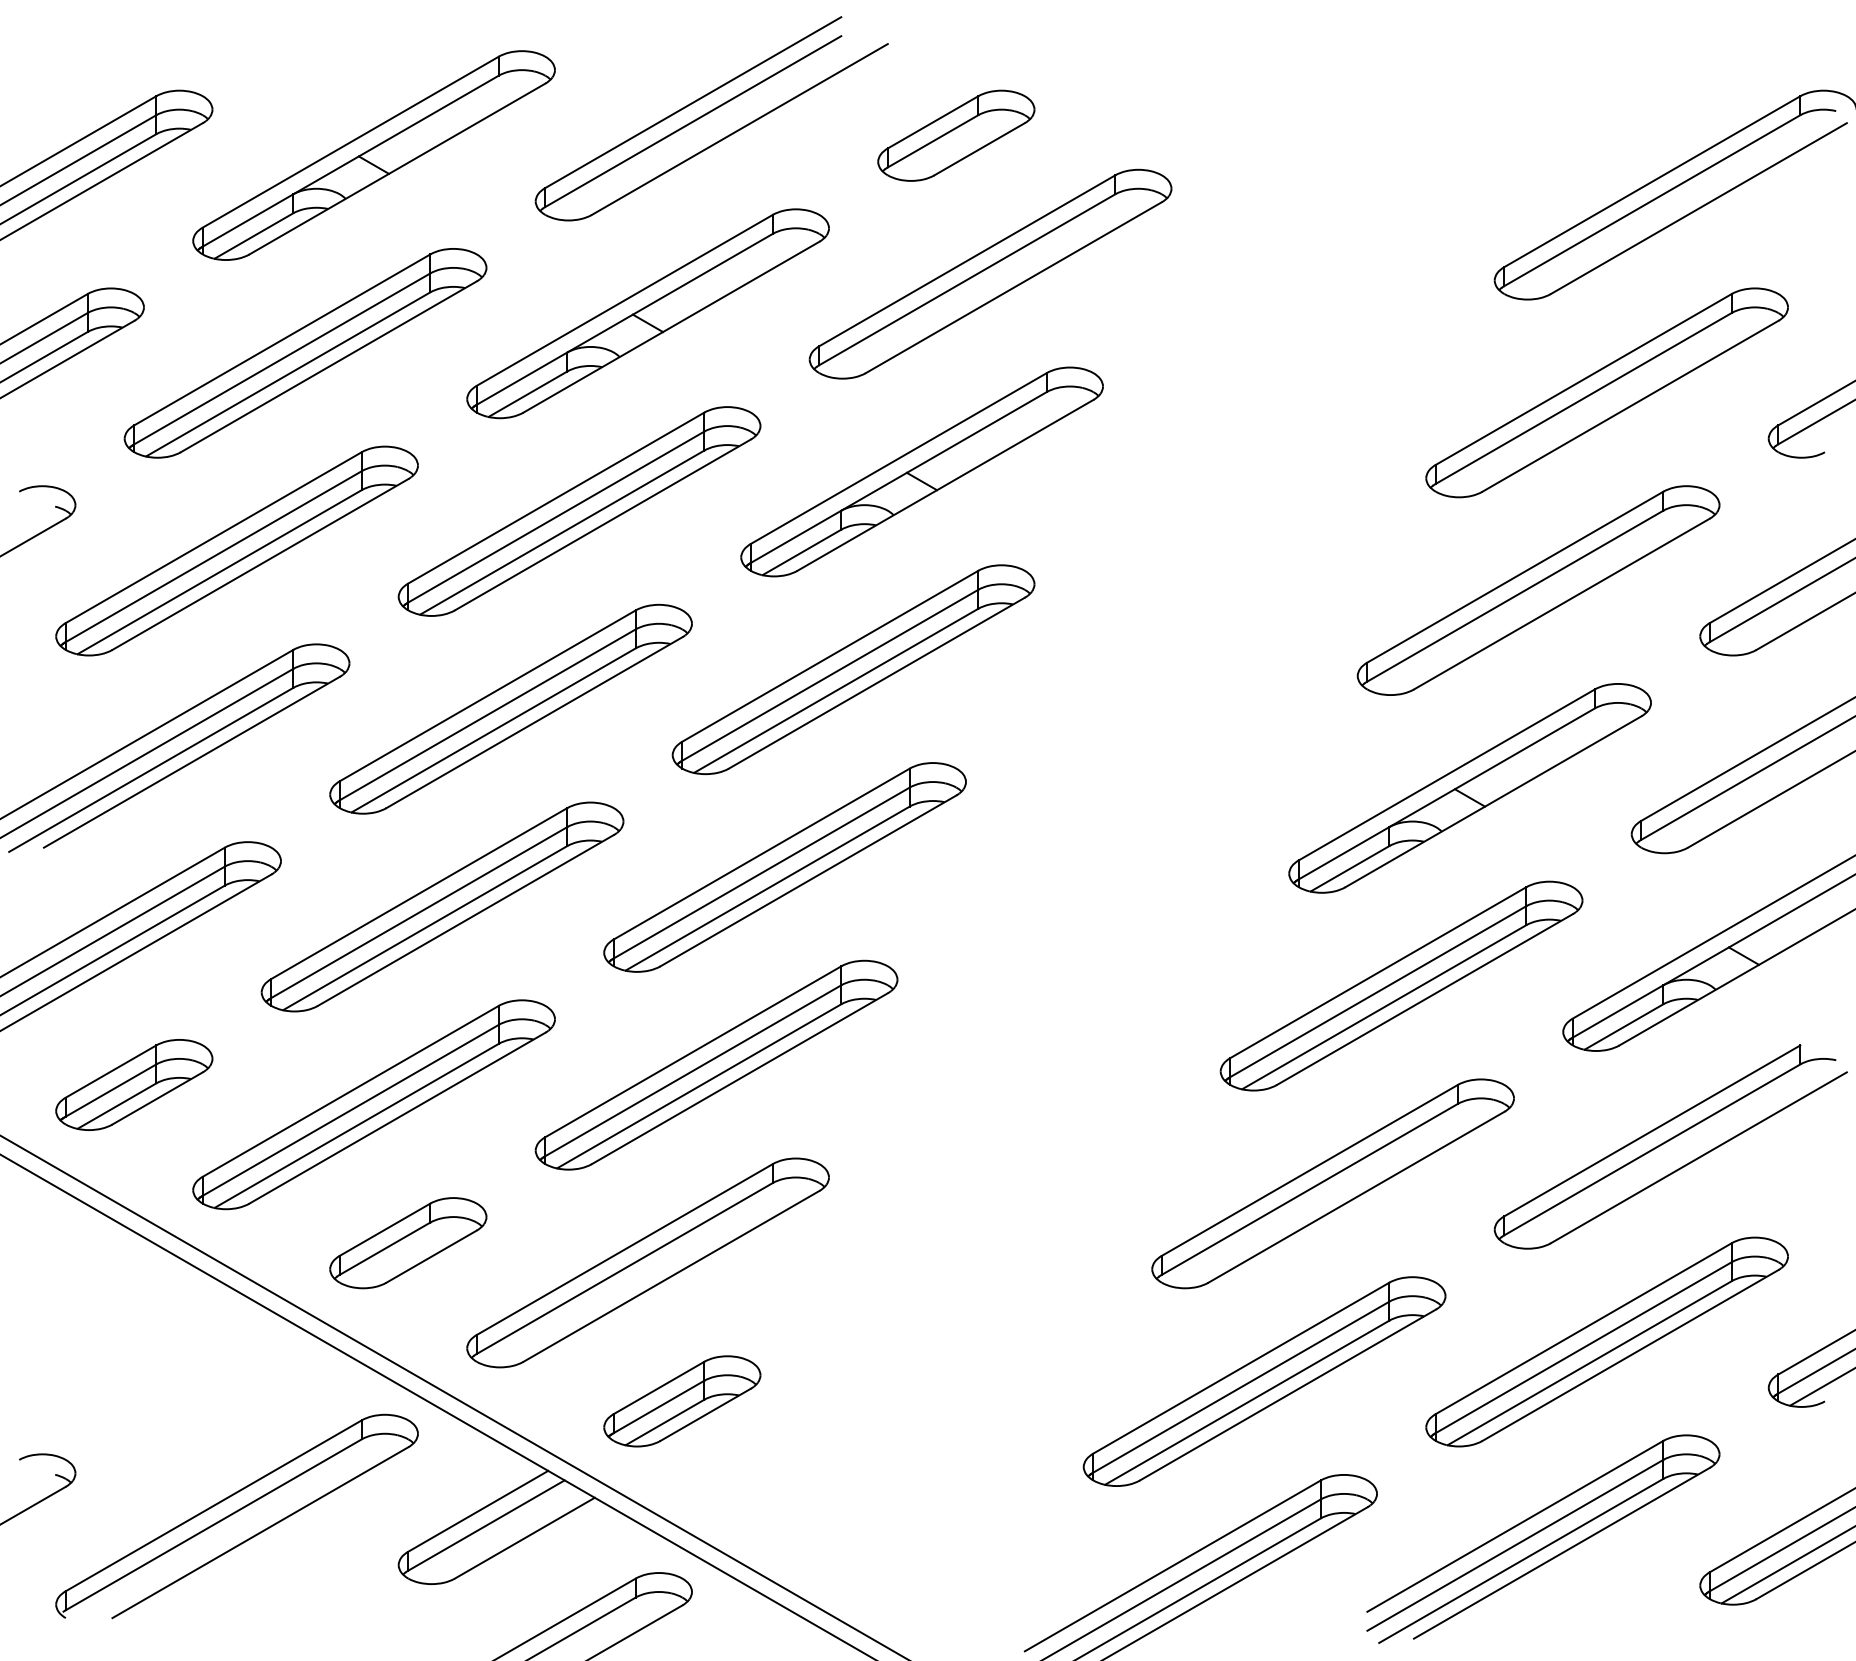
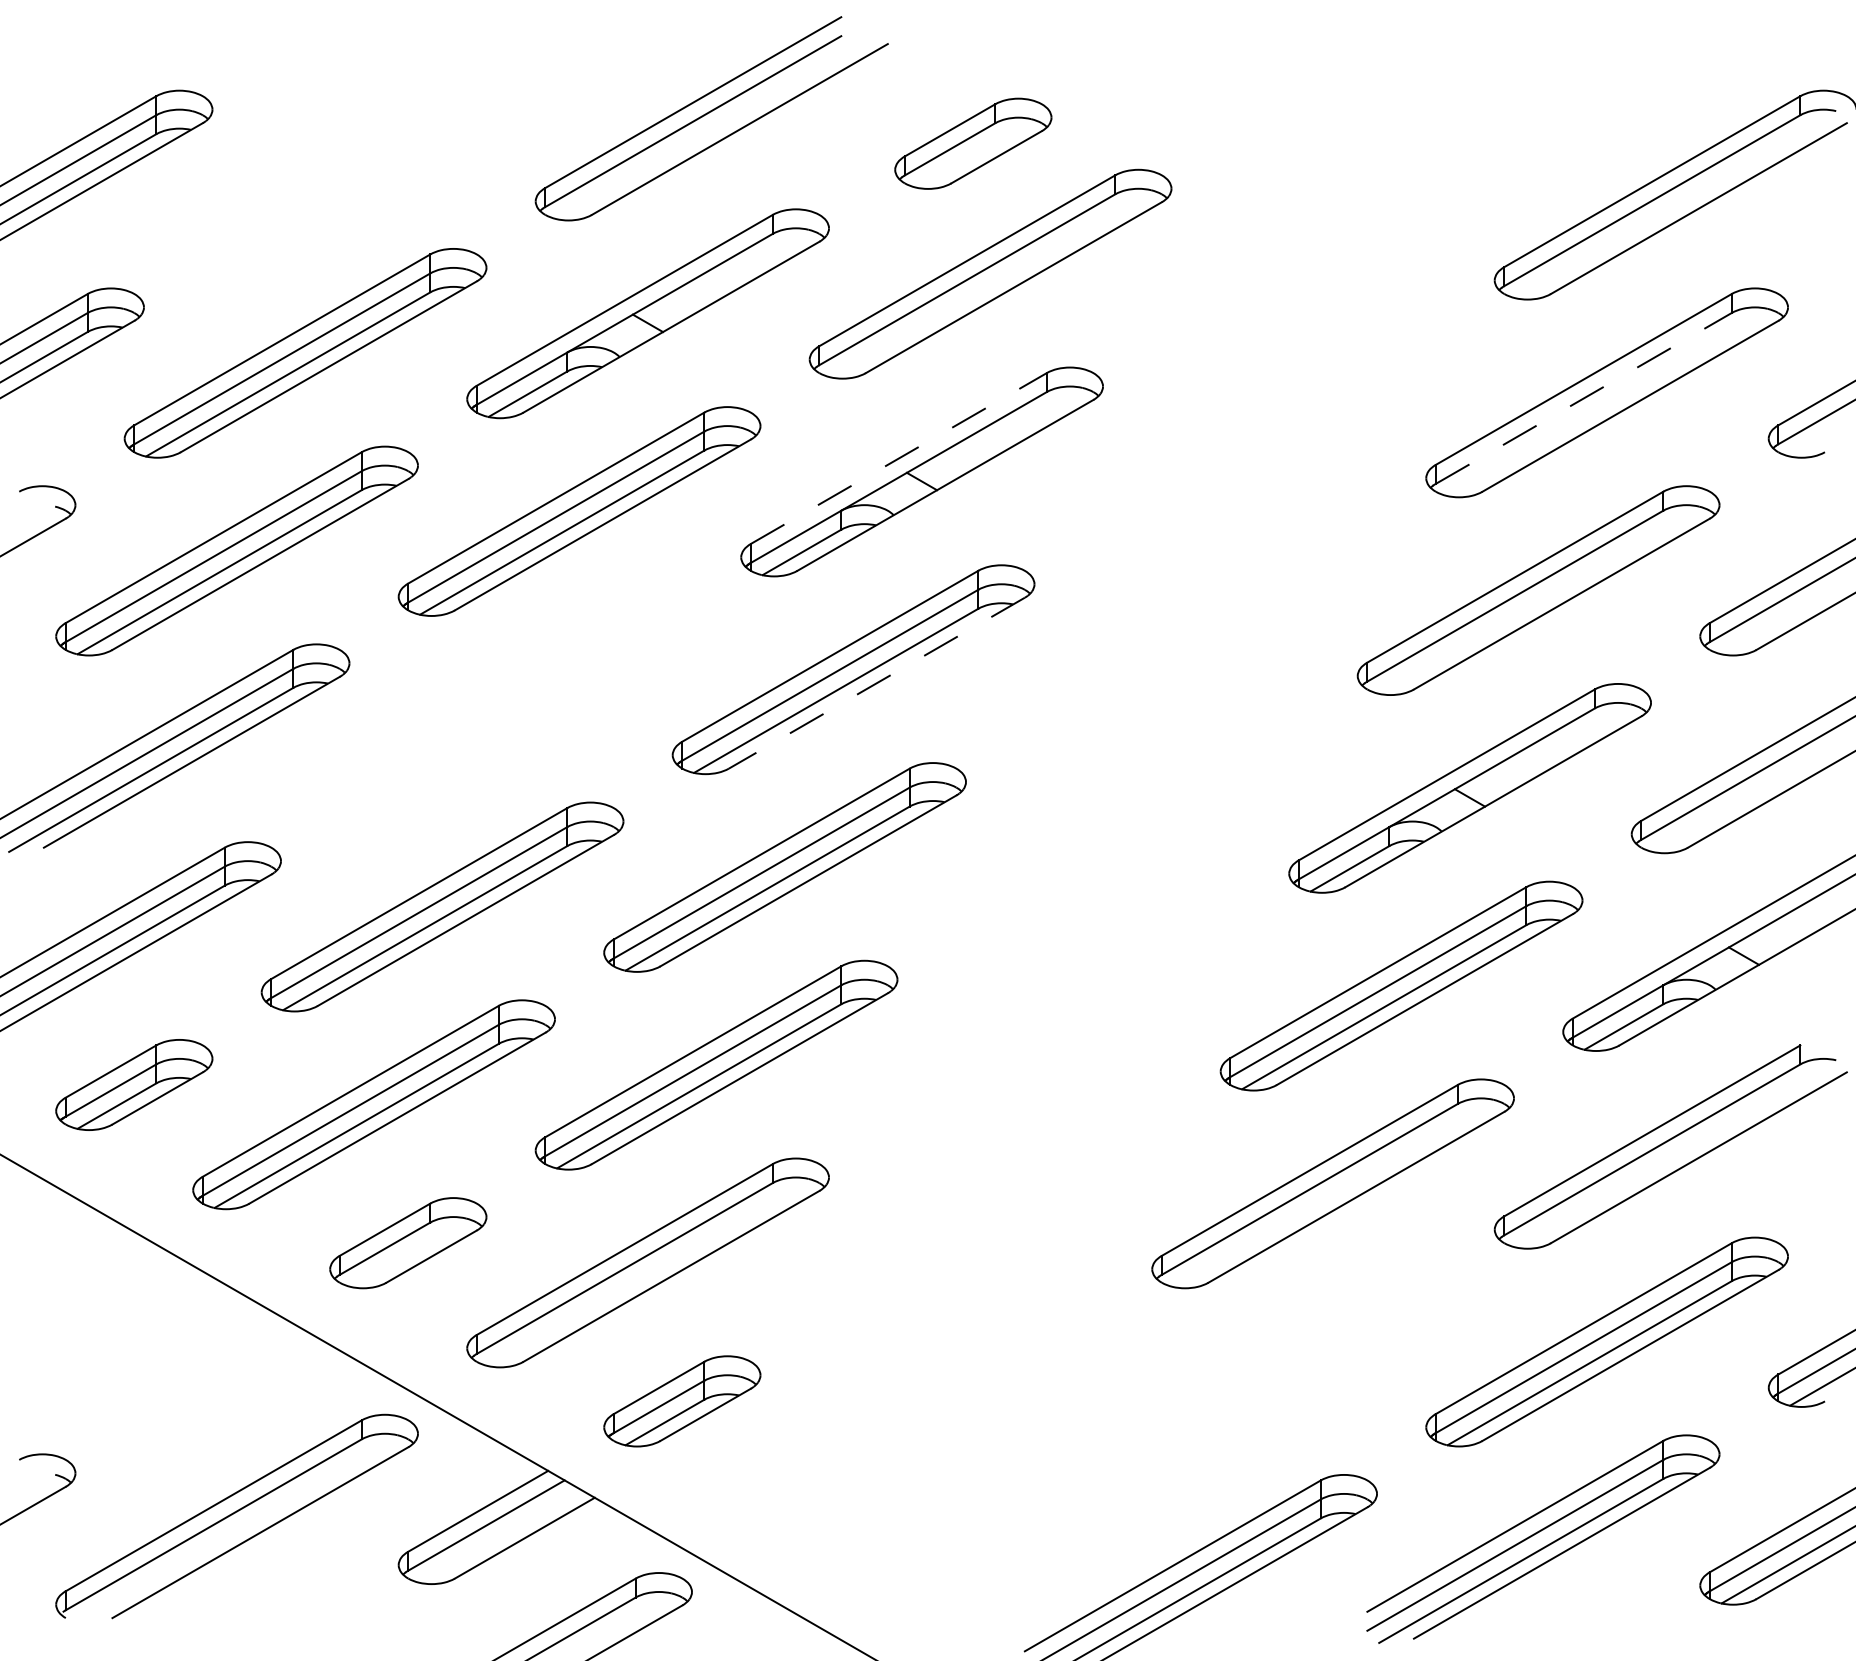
part at (956, 135) position: (956, 135) -> (973, 143)
part at (373, 155): present -> none
line at (1583, 398): solid -> dashed
line at (898, 458): solid -> dashed
line at (876, 683): solid -> dashed
part at (510, 708): present -> none
part at (1264, 1381): present -> none
line at (453, 1396): present -> none
